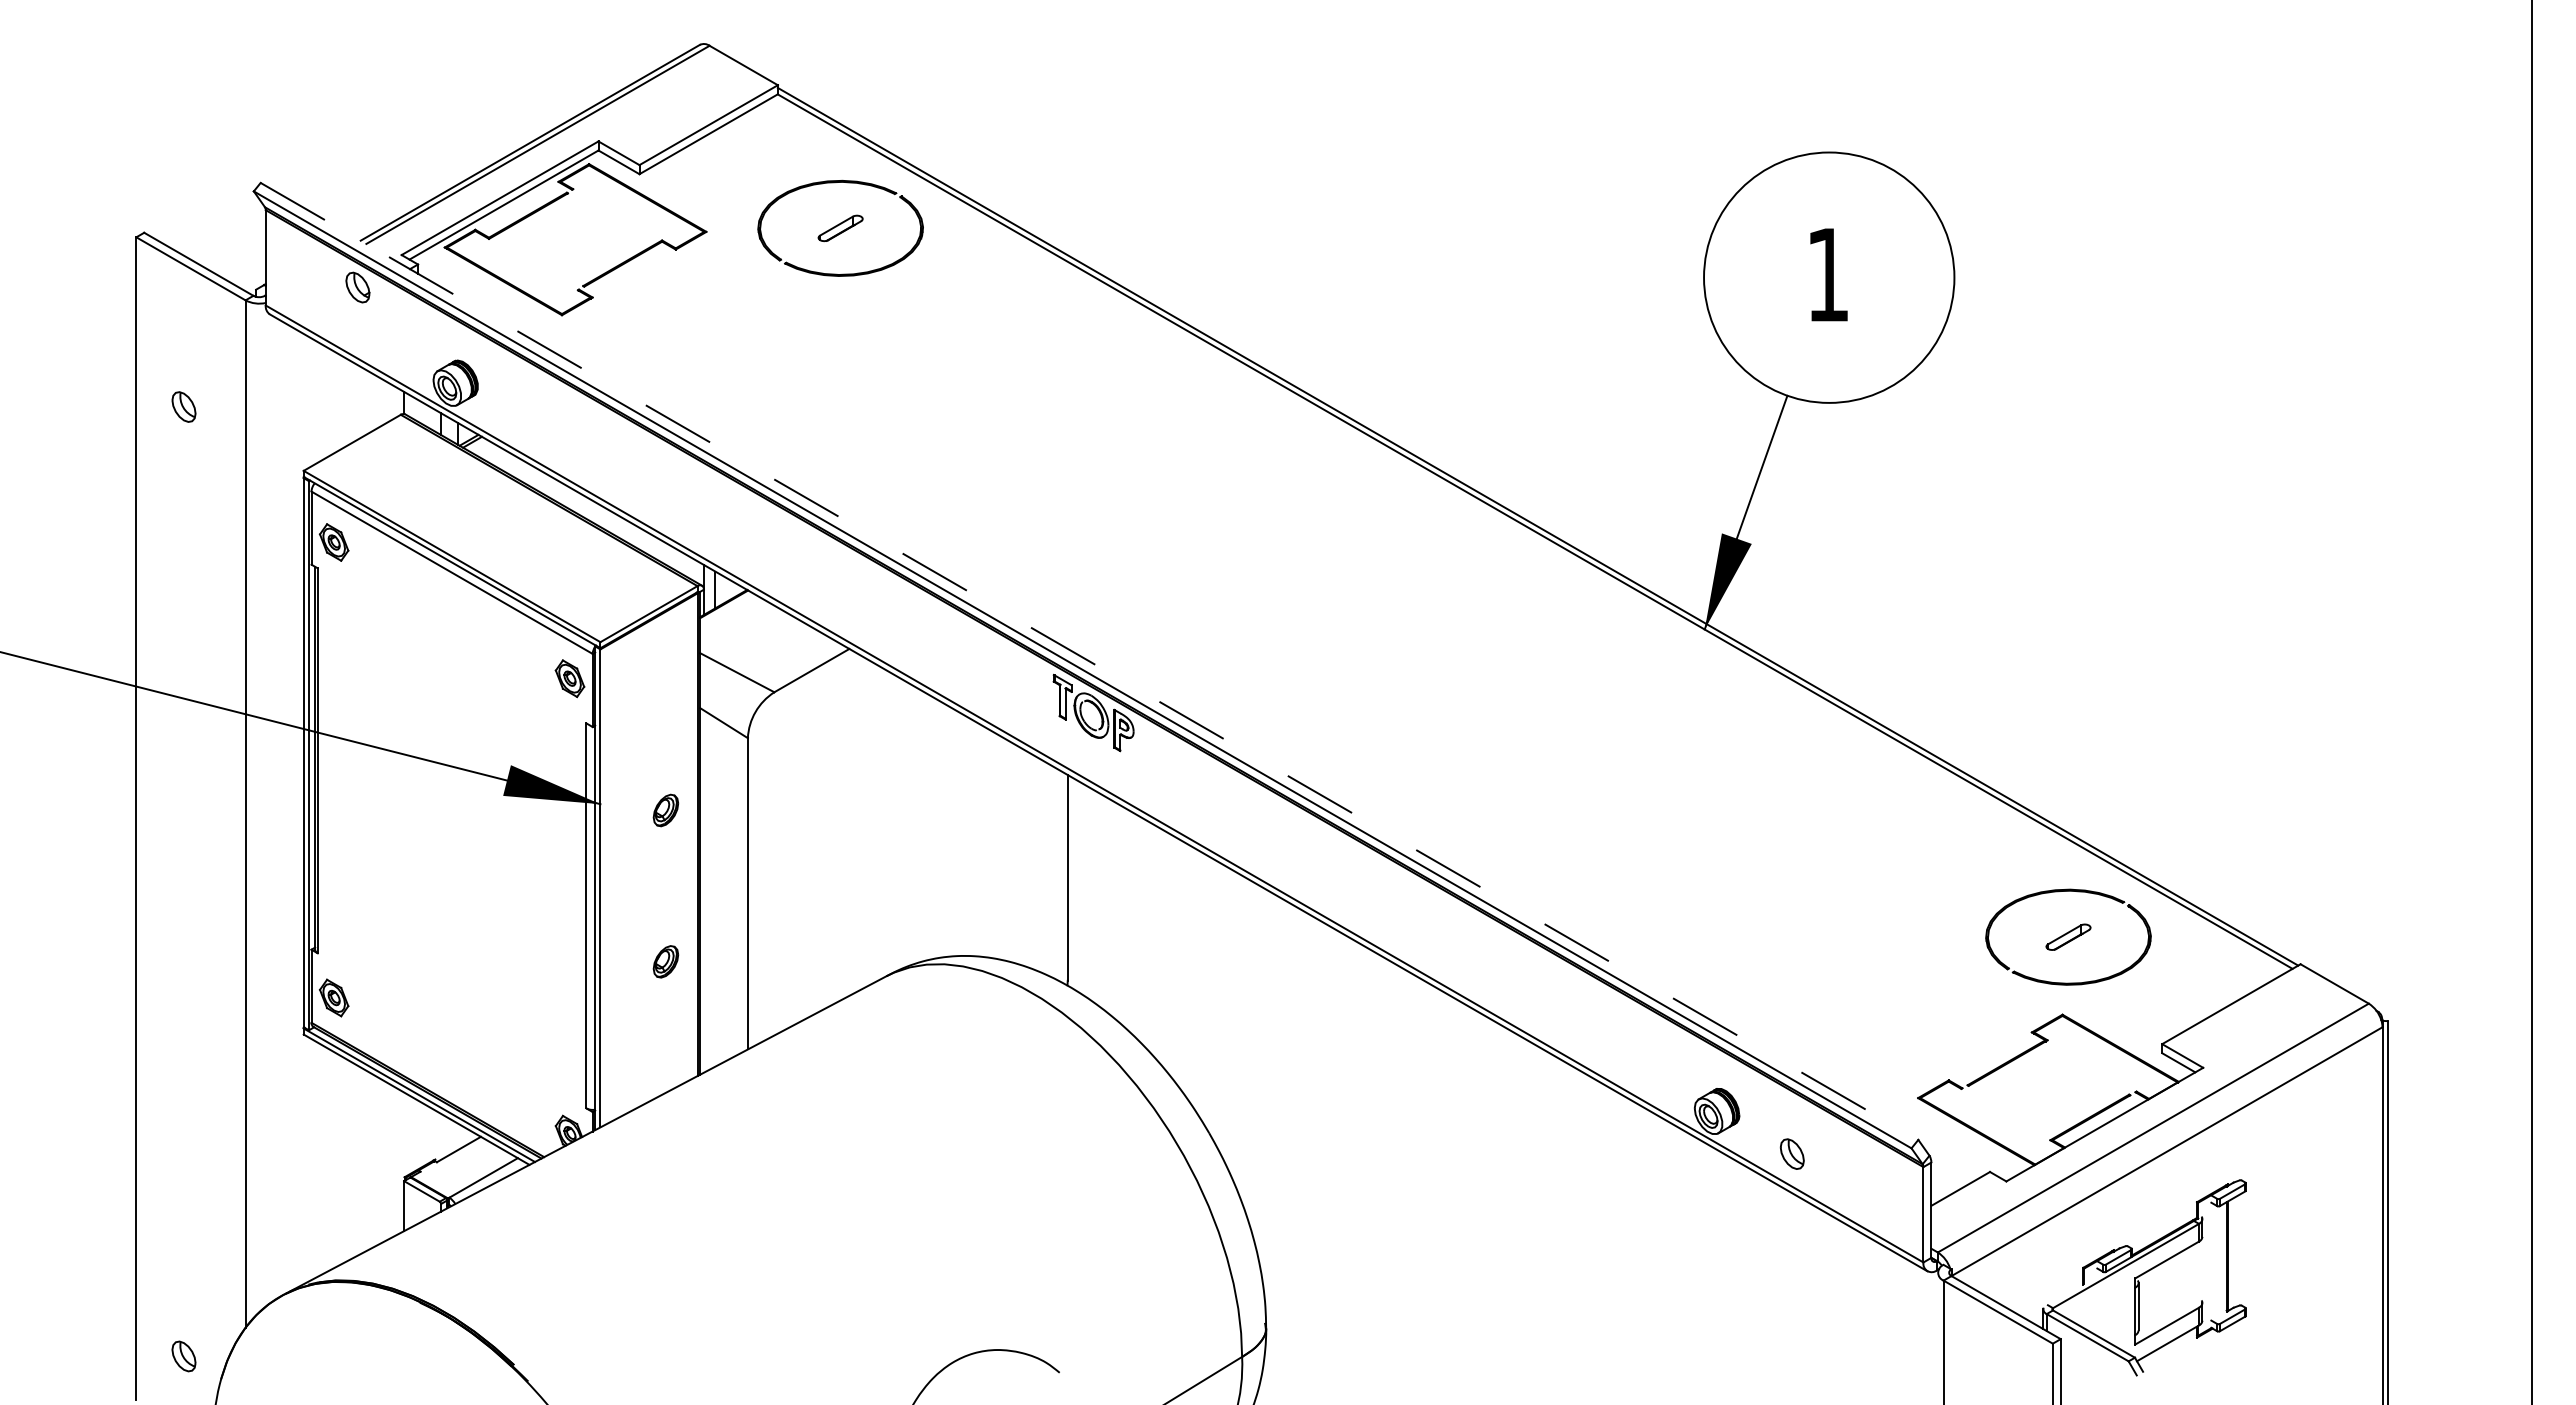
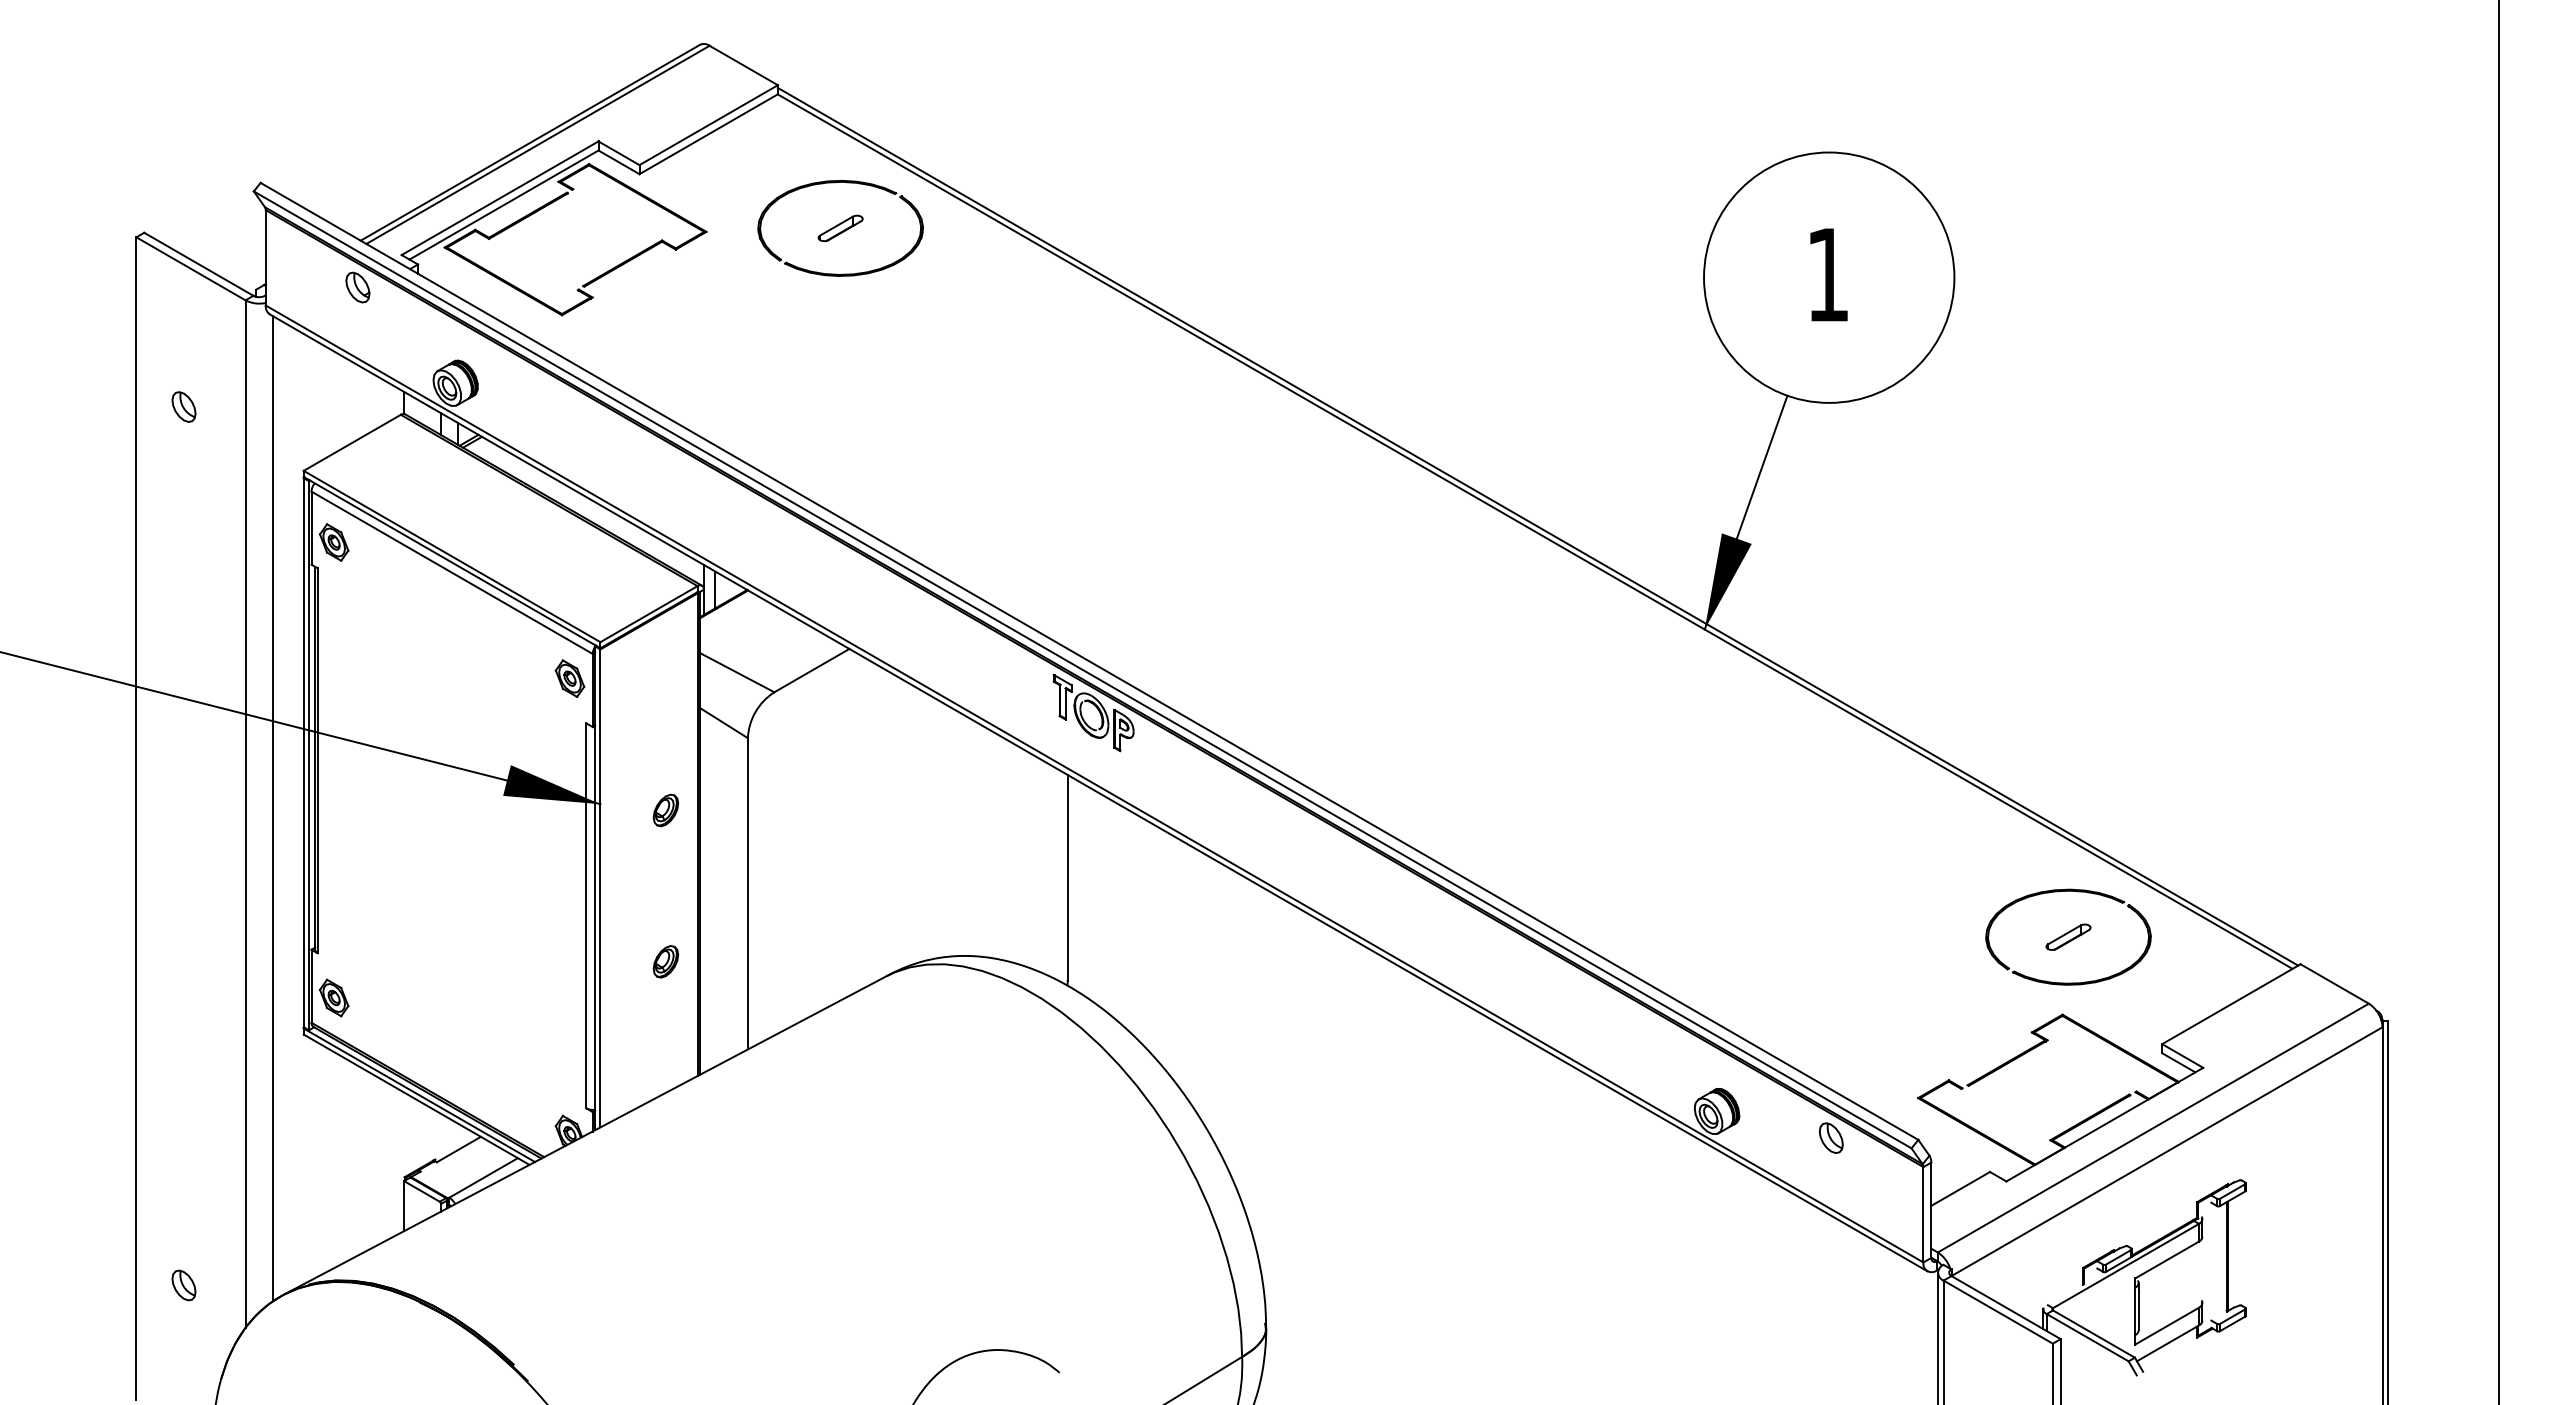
line at (1089, 661): dashed -> solid
line at (2531, 701) position: (2531, 701) -> (2498, 701)
line at (272, 808): none -> present
part at (1791, 1153) position: (1791, 1153) -> (1830, 1137)
line at (1937, 1336): none -> present
part at (183, 1356) position: (183, 1356) -> (183, 1285)
